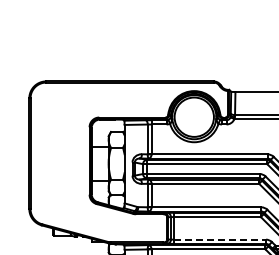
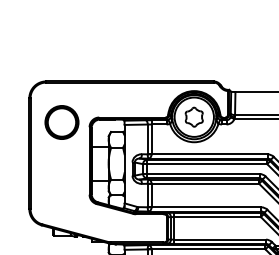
part at (193, 116): none -> present
part at (61, 122): none -> present
line at (220, 239): dashed -> solid
